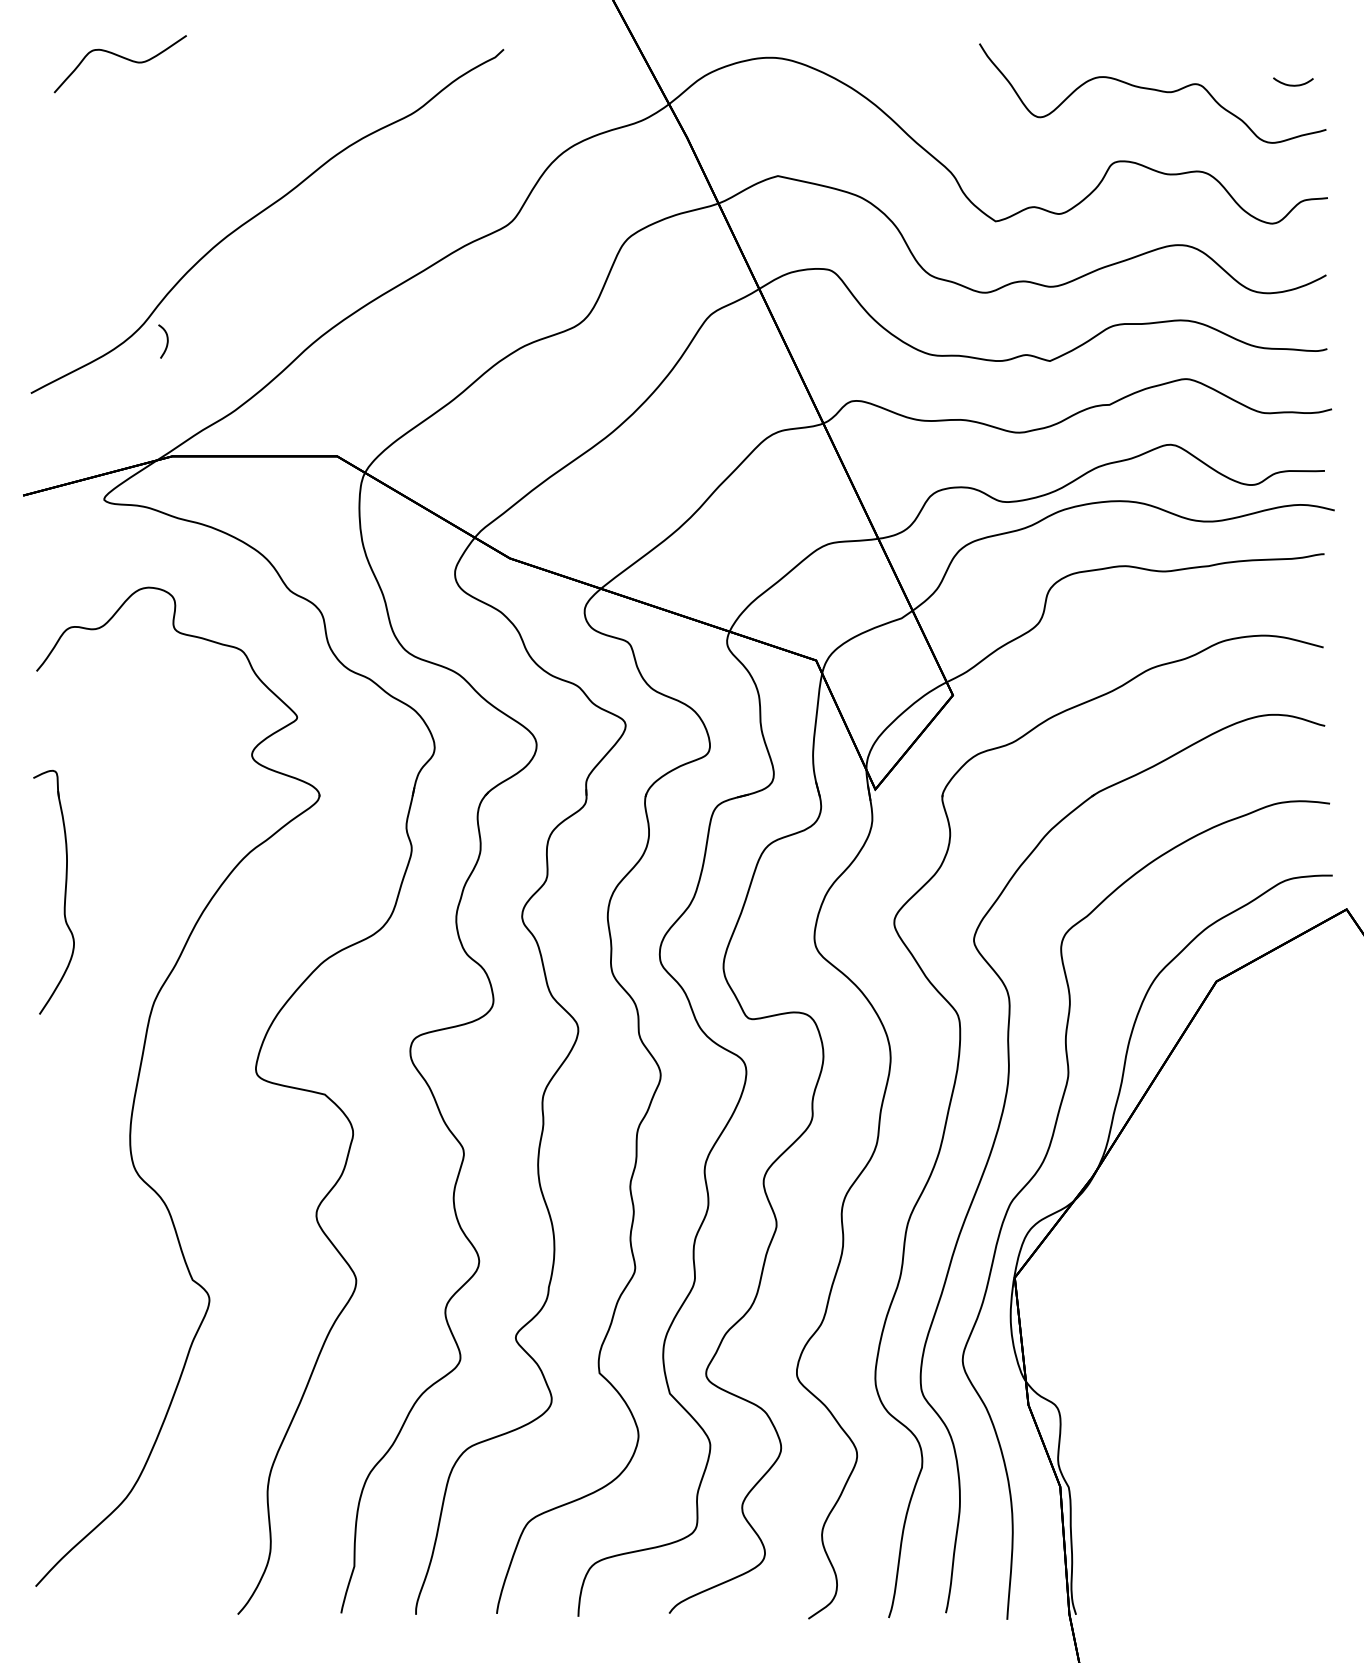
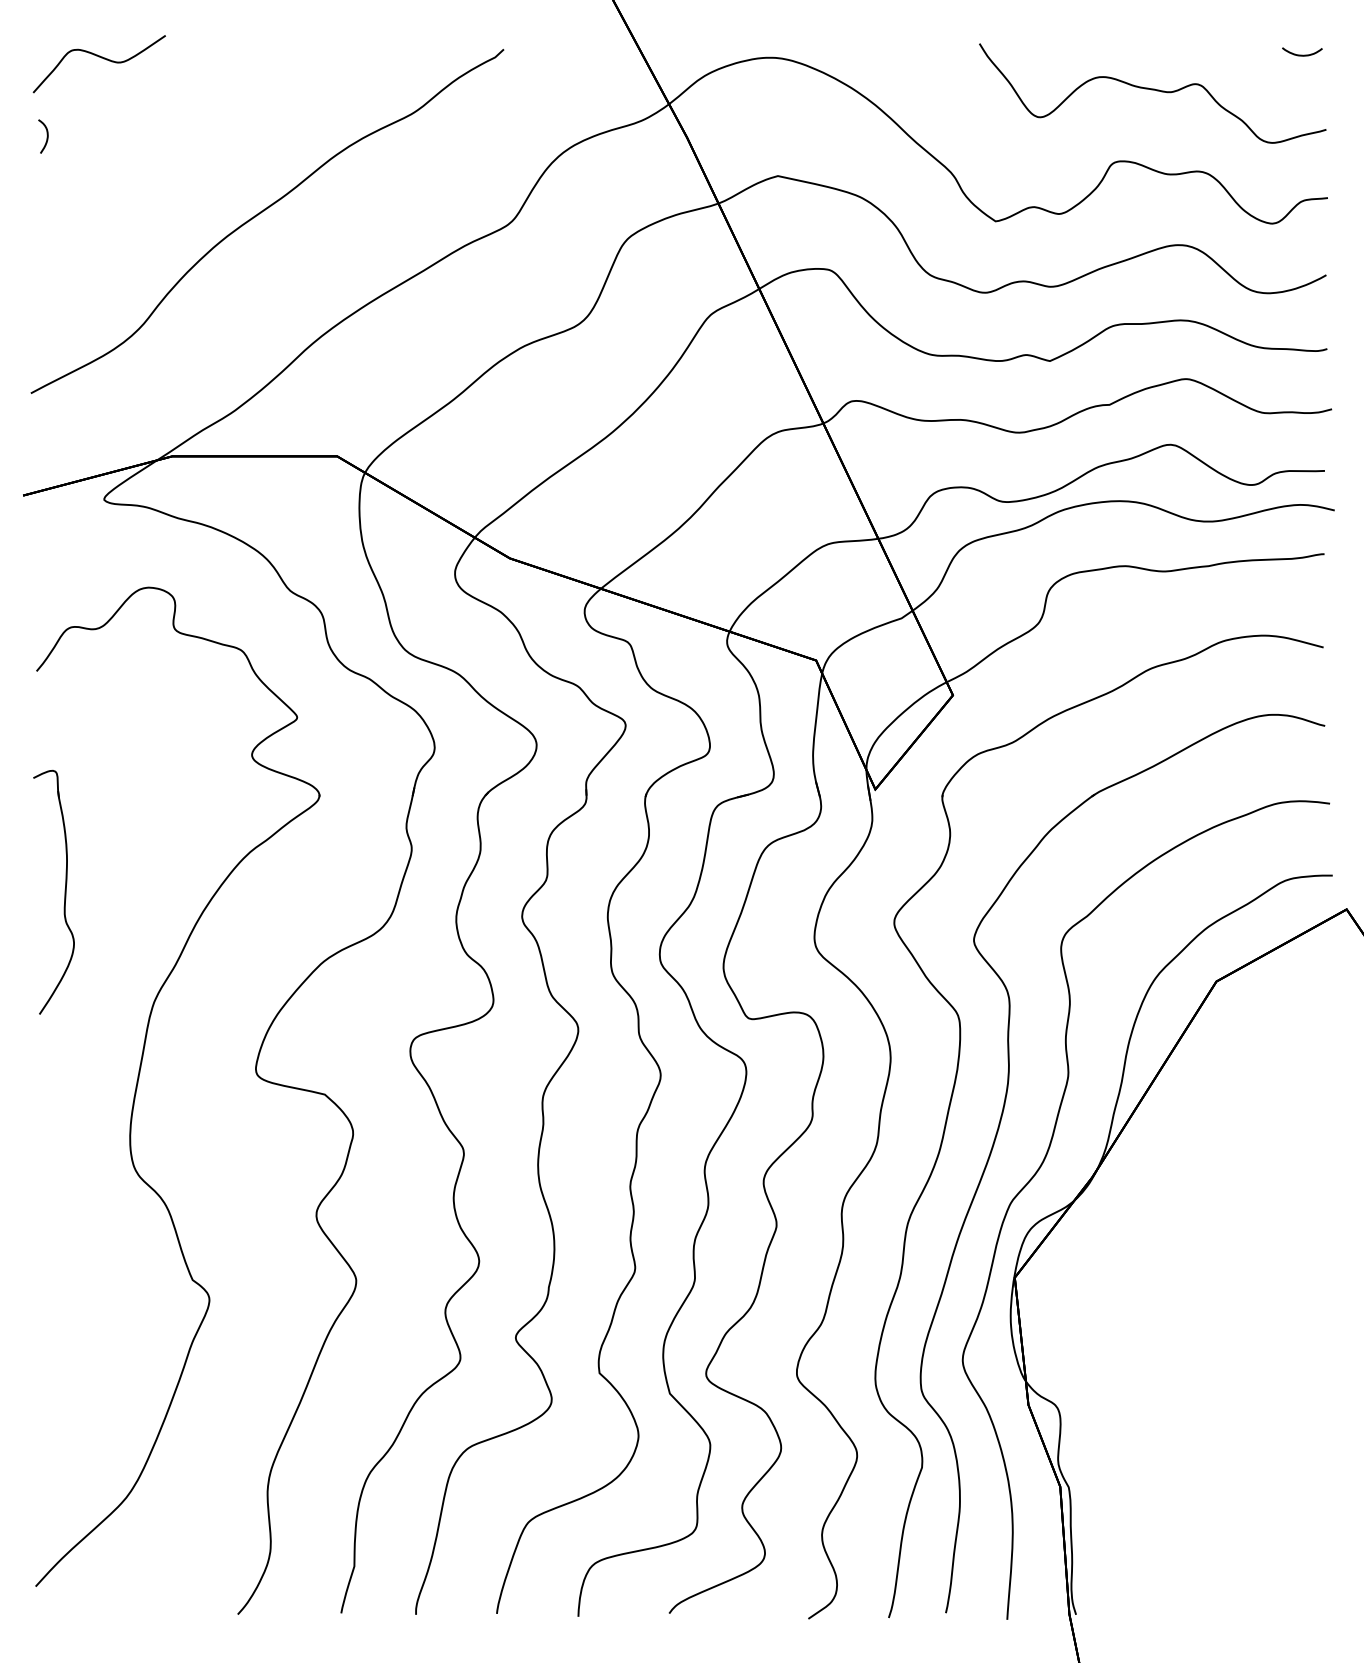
curve at (122, 58) position: (122, 58) -> (101, 58)
curve at (1293, 84) position: (1293, 84) -> (1302, 54)
curve at (166, 341) position: (166, 341) -> (46, 136)
